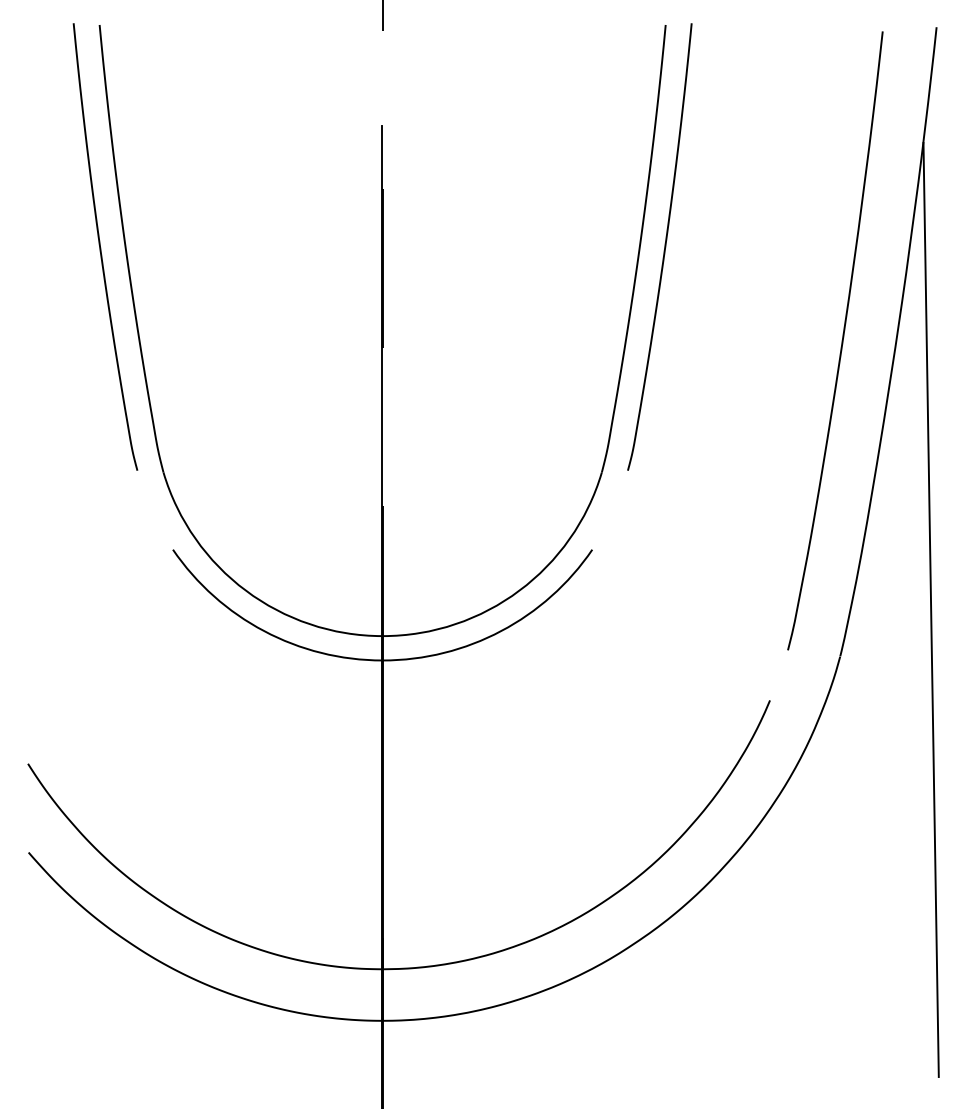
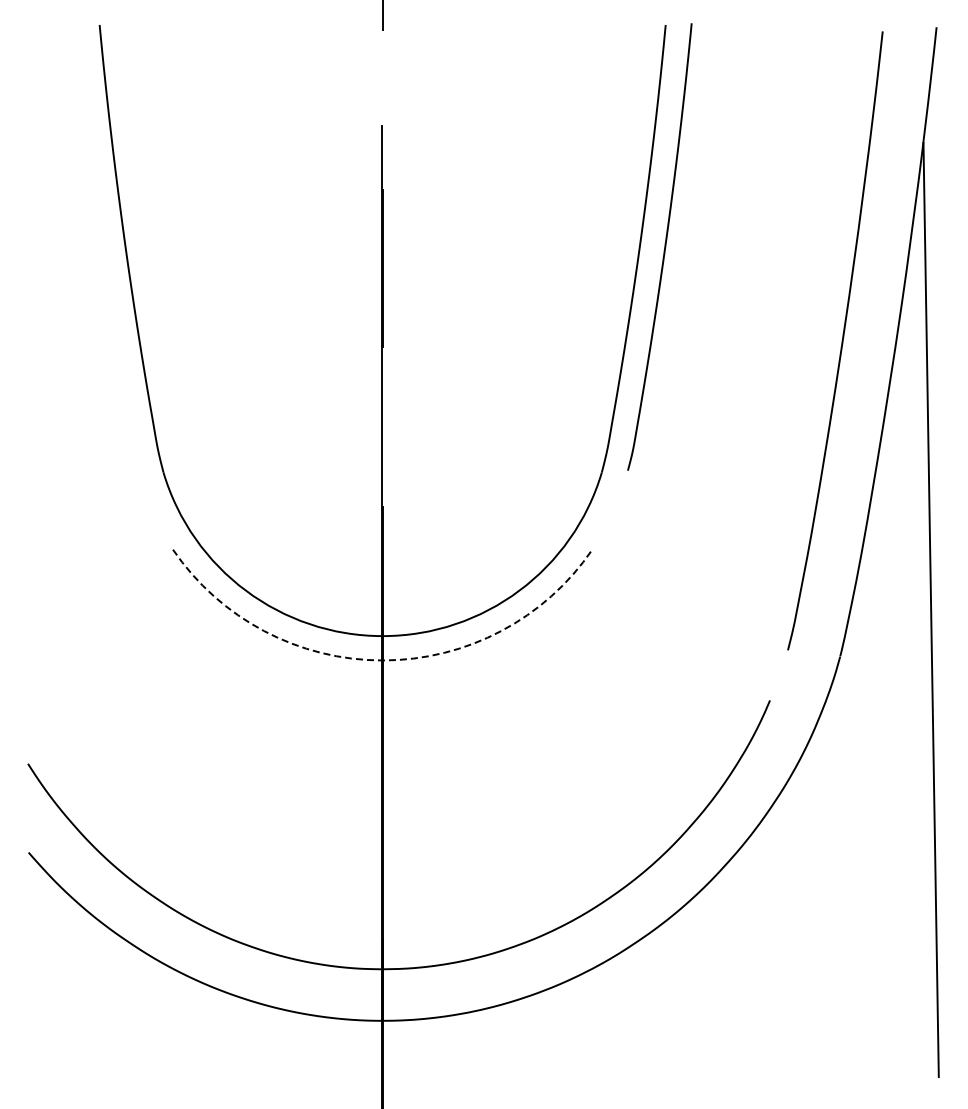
curve at (101, 247): present -> none
arc at (382, 660): solid -> dashed
